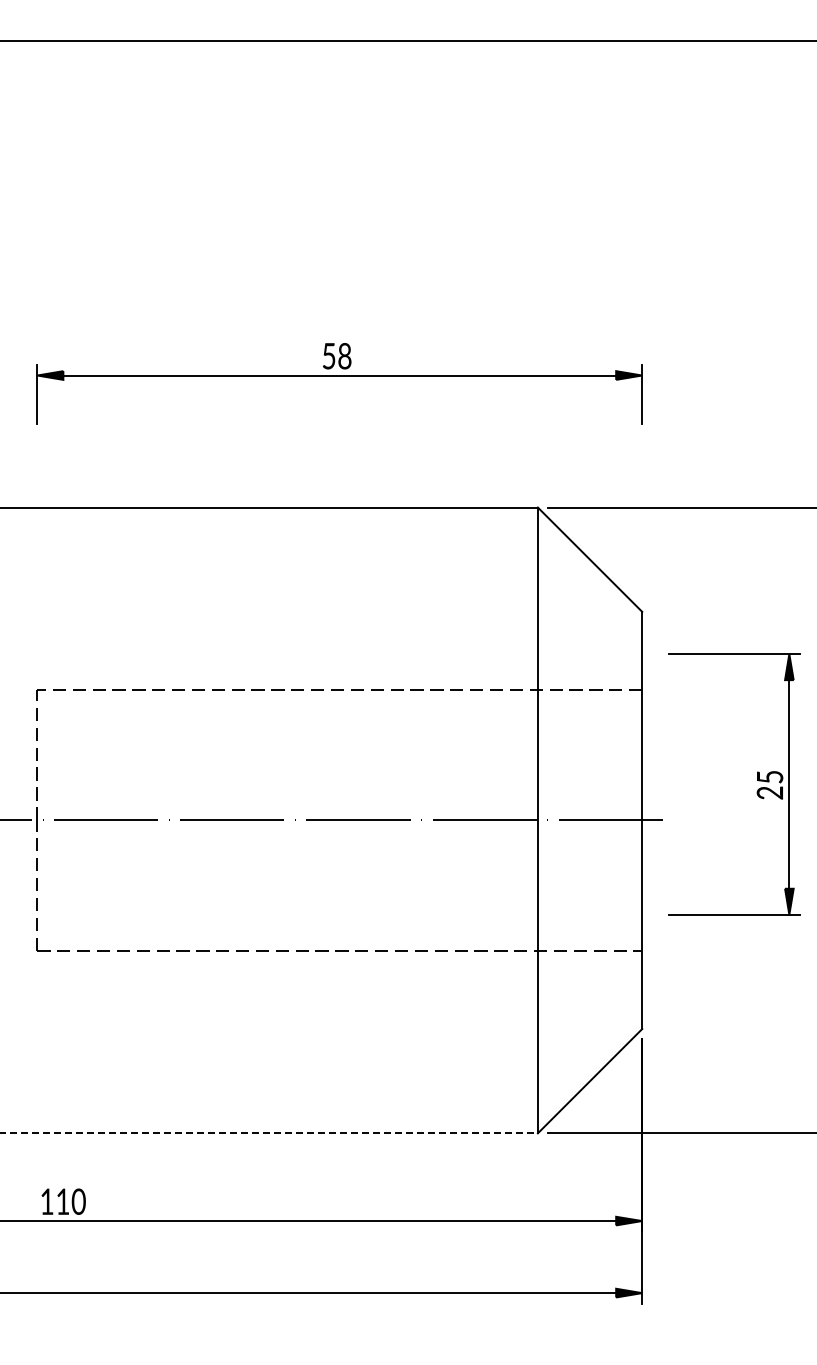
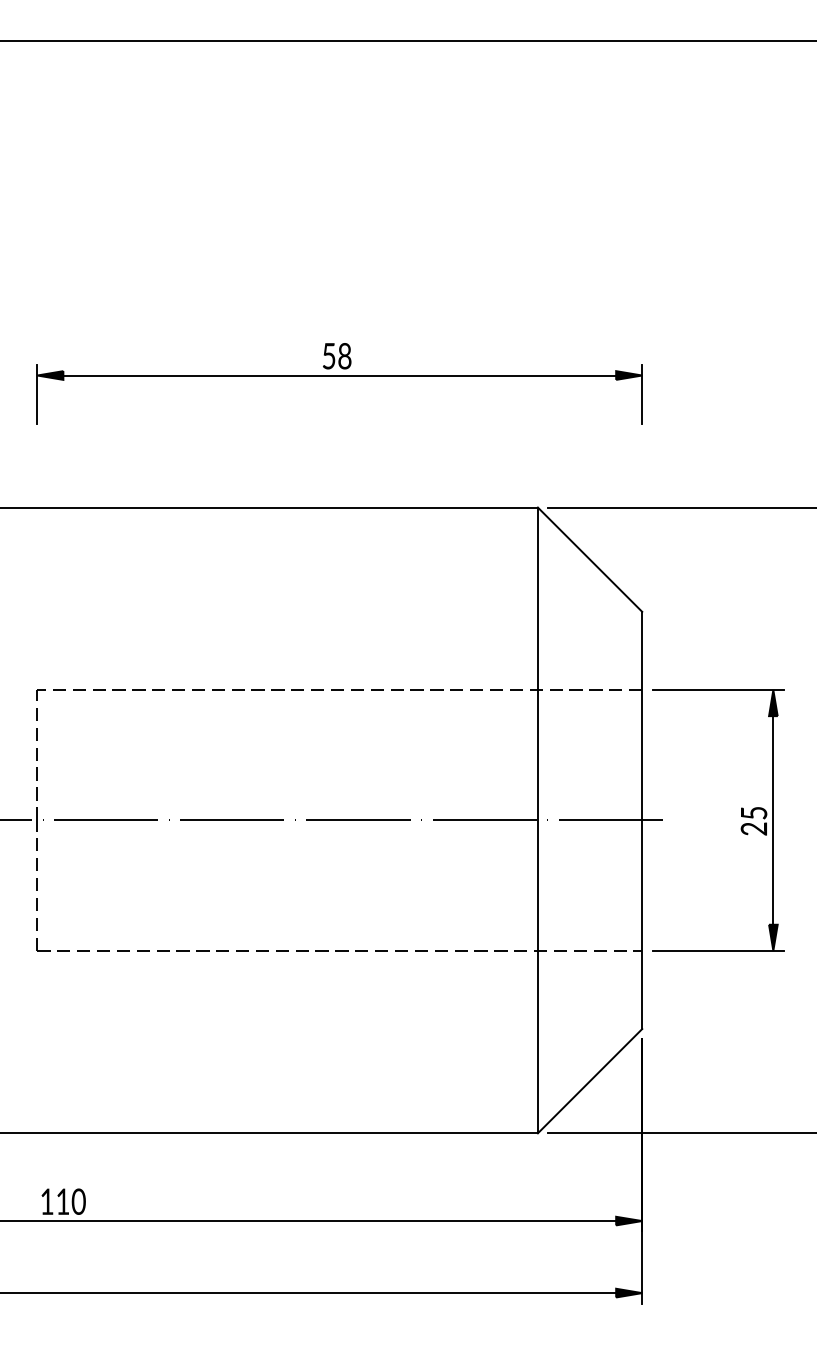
part at (757, 780) position: (757, 780) -> (741, 816)
line at (268, 1133): dashed -> solid
